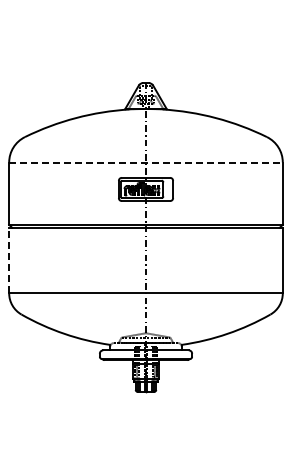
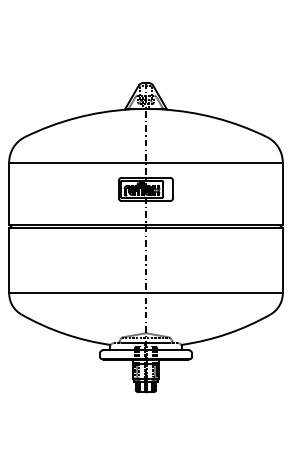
line at (146, 162): dashed -> solid
line at (9, 260): dashed -> solid
